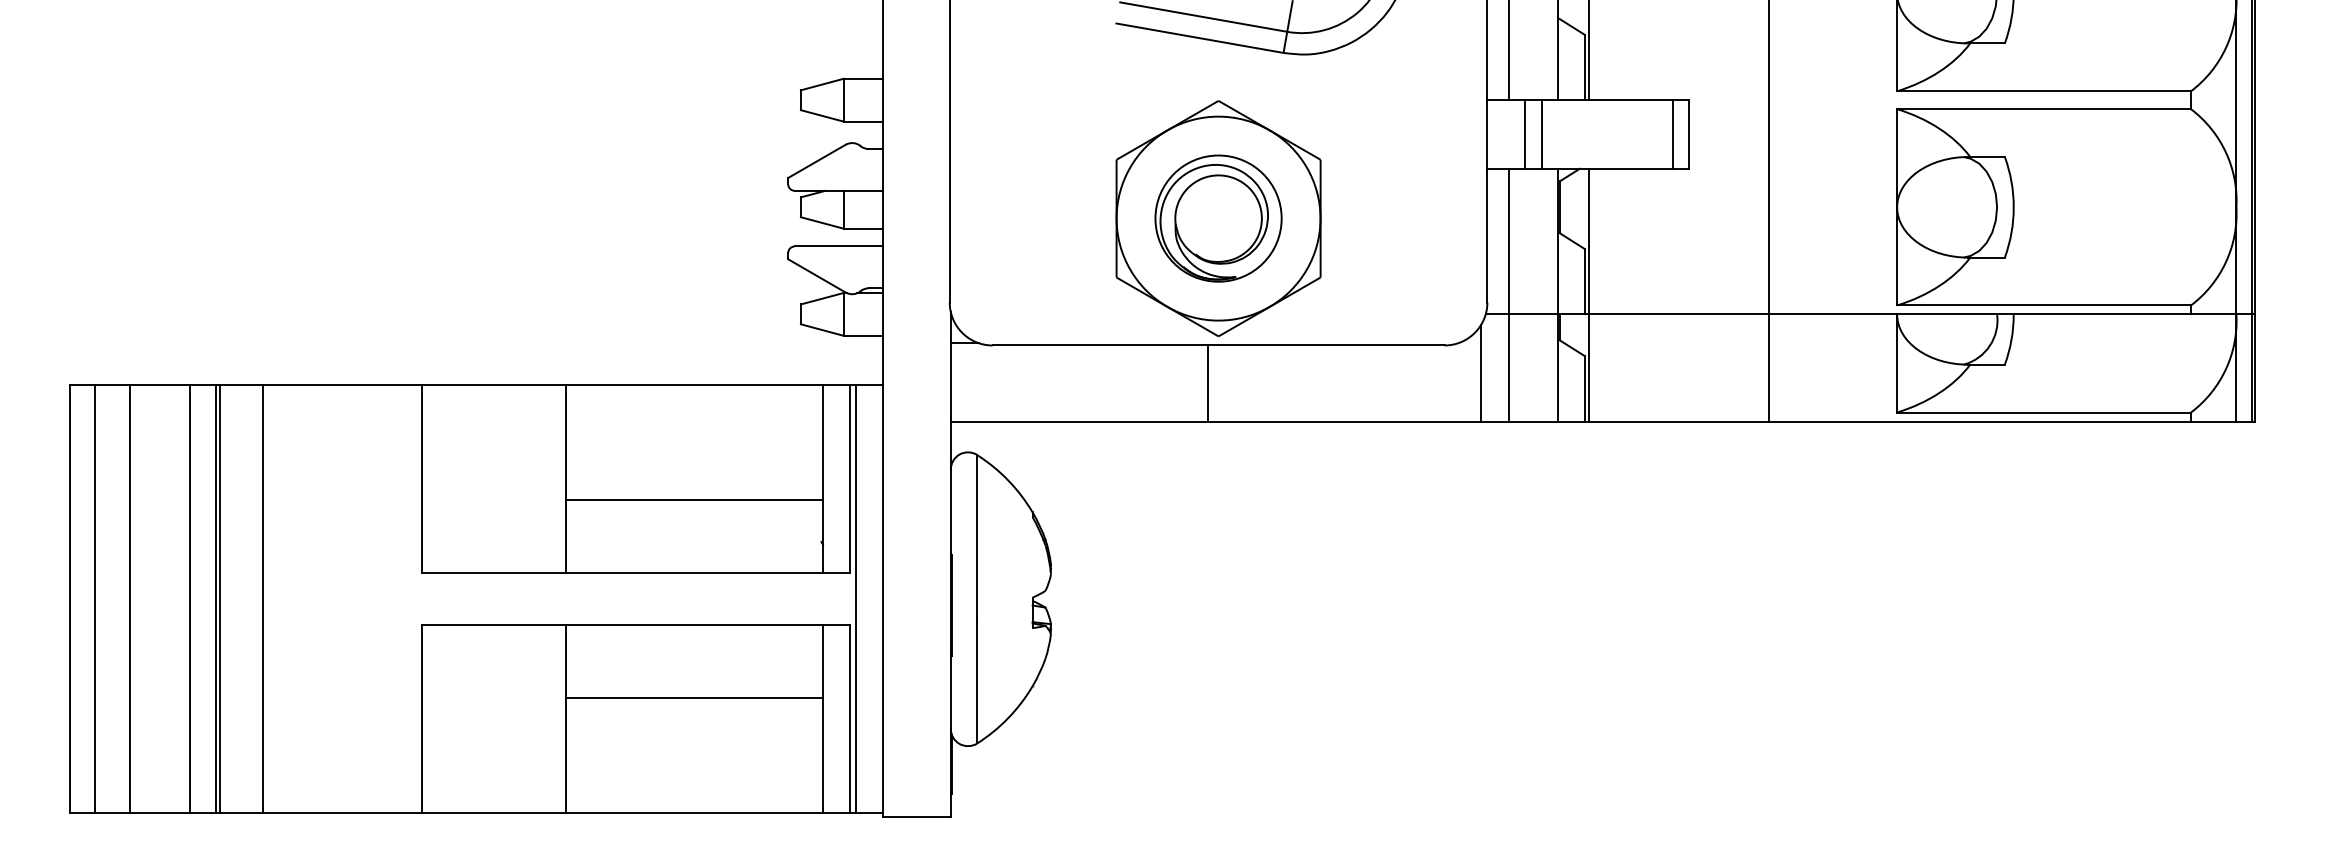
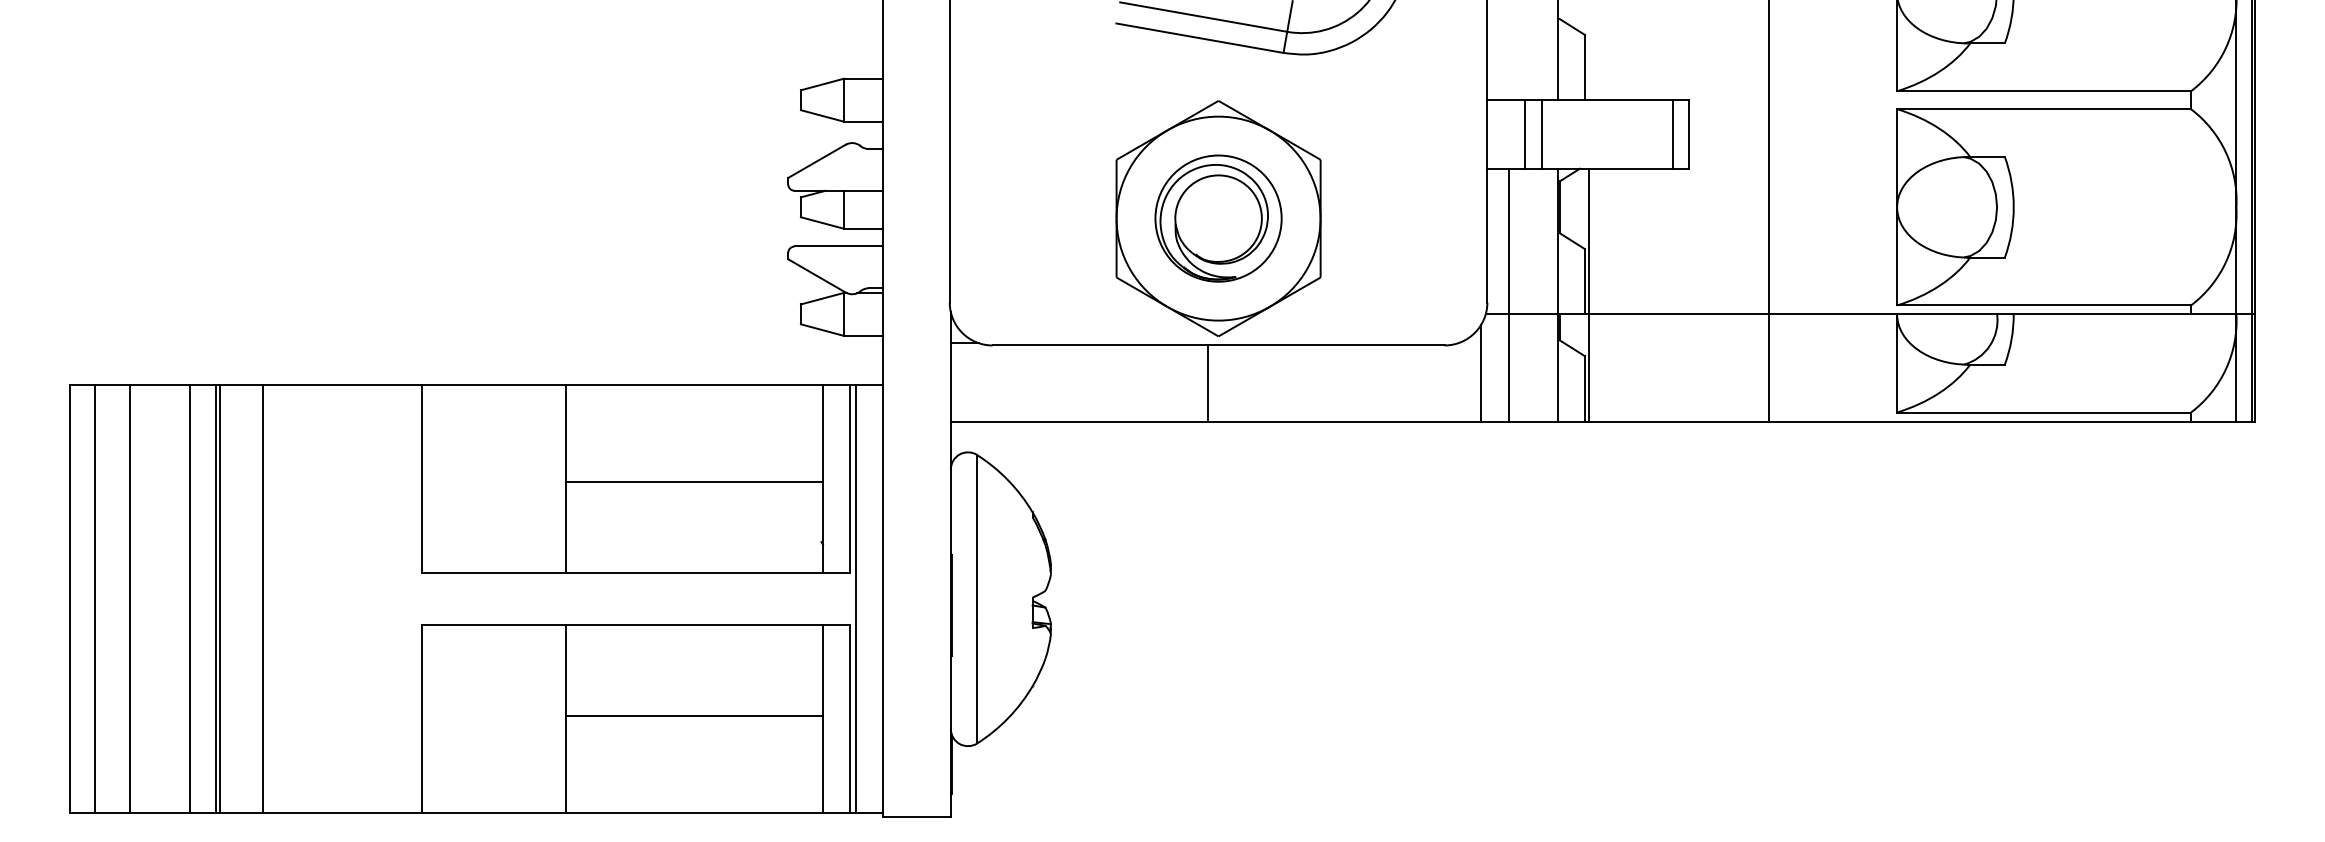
line at (1509, 51): present -> none
line at (1589, 51): present -> none
line at (694, 500) position: (694, 500) -> (694, 482)
line at (694, 698) position: (694, 698) -> (694, 716)
